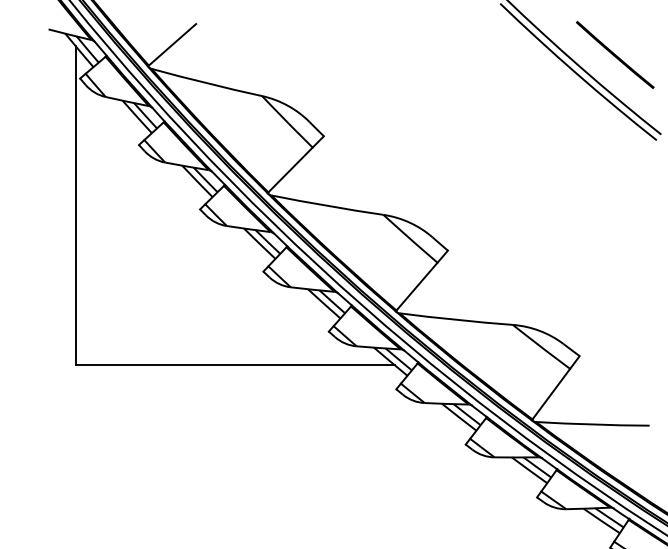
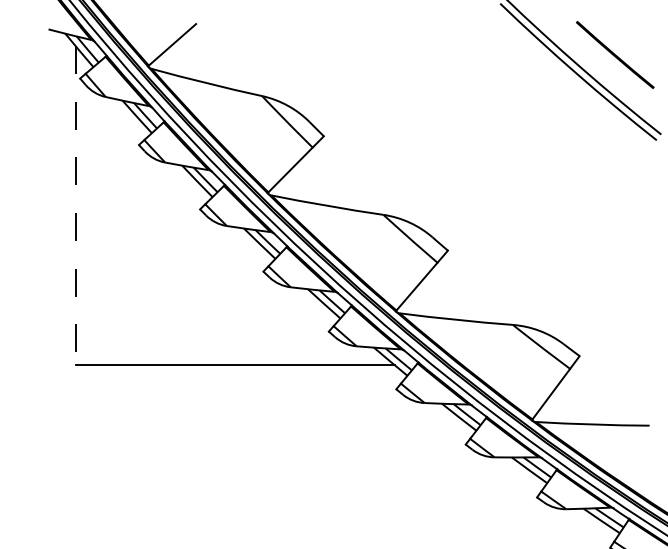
line at (75, 205): solid -> dashed
